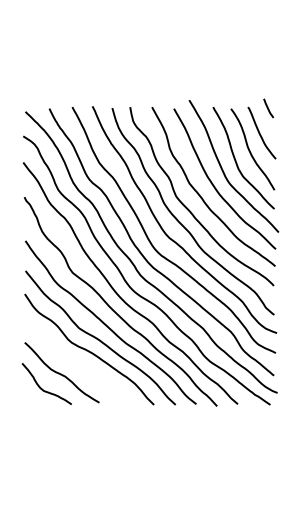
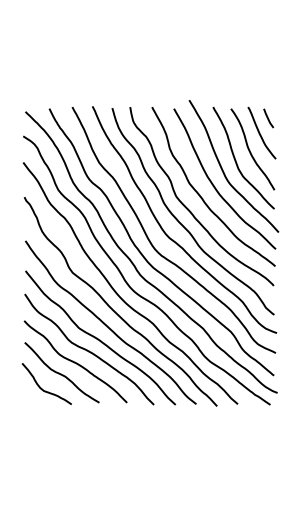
curve at (268, 108) position: (268, 108) -> (268, 118)
curve at (75, 361): none -> present
